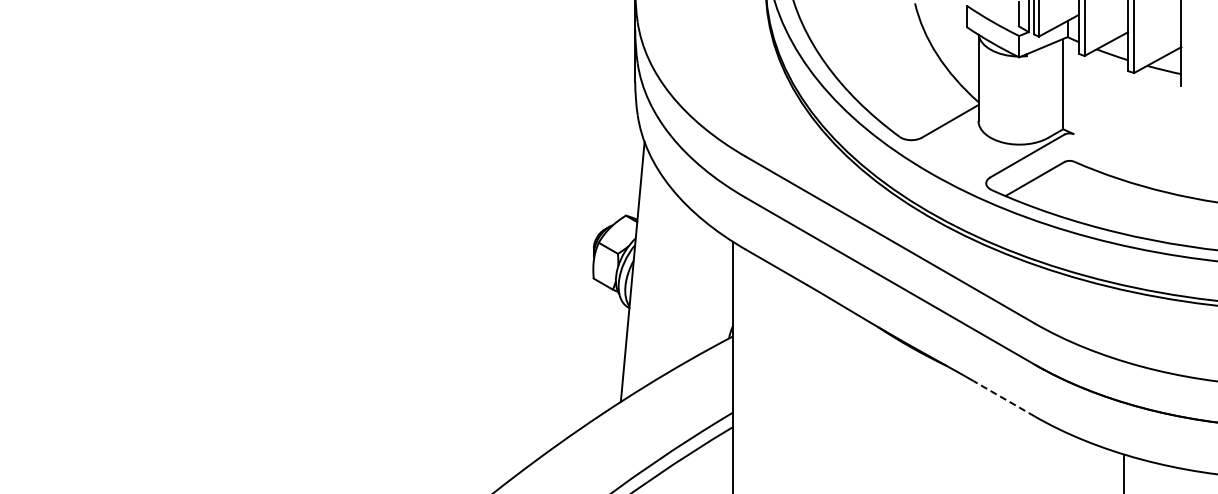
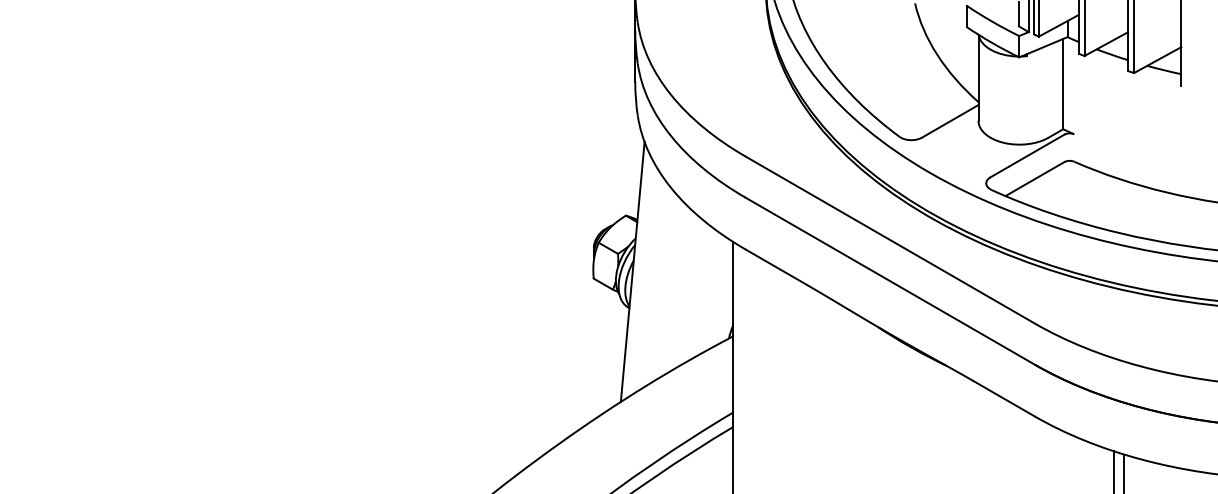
line at (1003, 398): dashed -> solid
line at (1114, 470): none -> present
